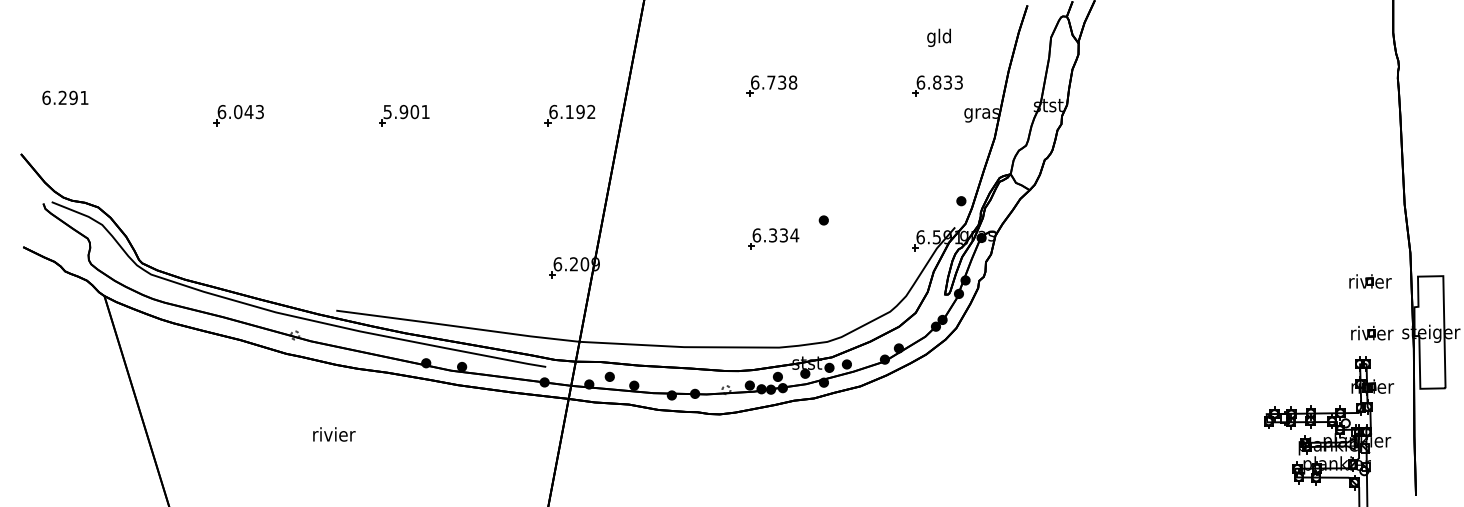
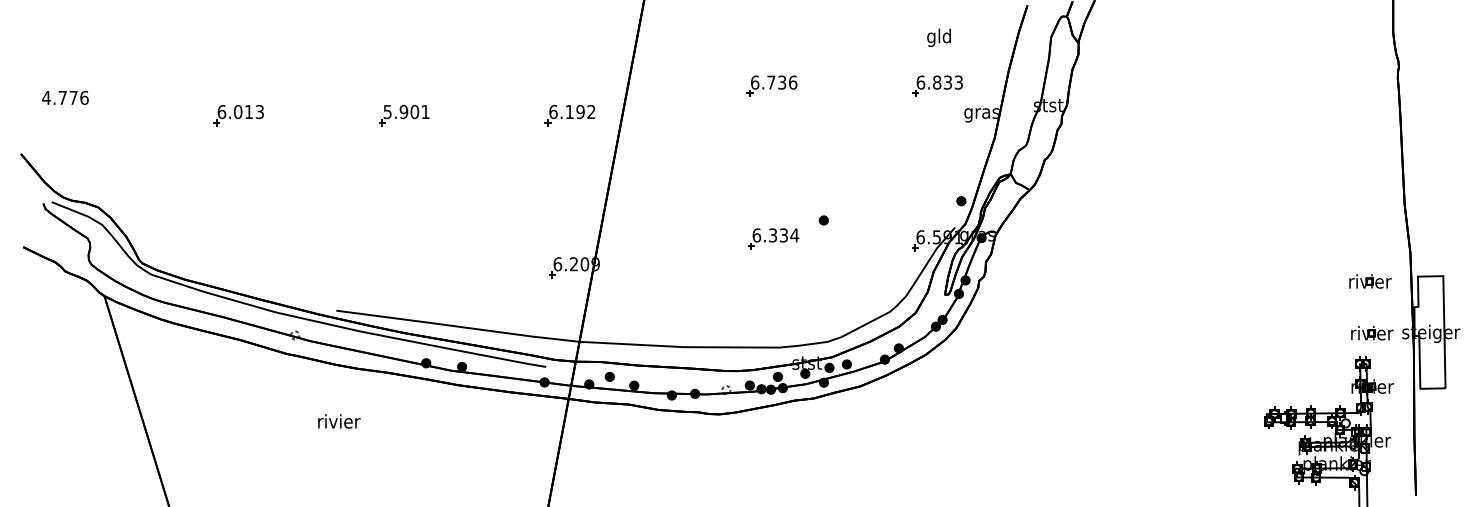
text at (792, 82): 6.738 -> 6.736
text at (65, 97): 6.291 -> 4.776
text at (248, 111): 6.043 -> 6.013
text at (334, 434) position: (334, 434) -> (339, 421)
